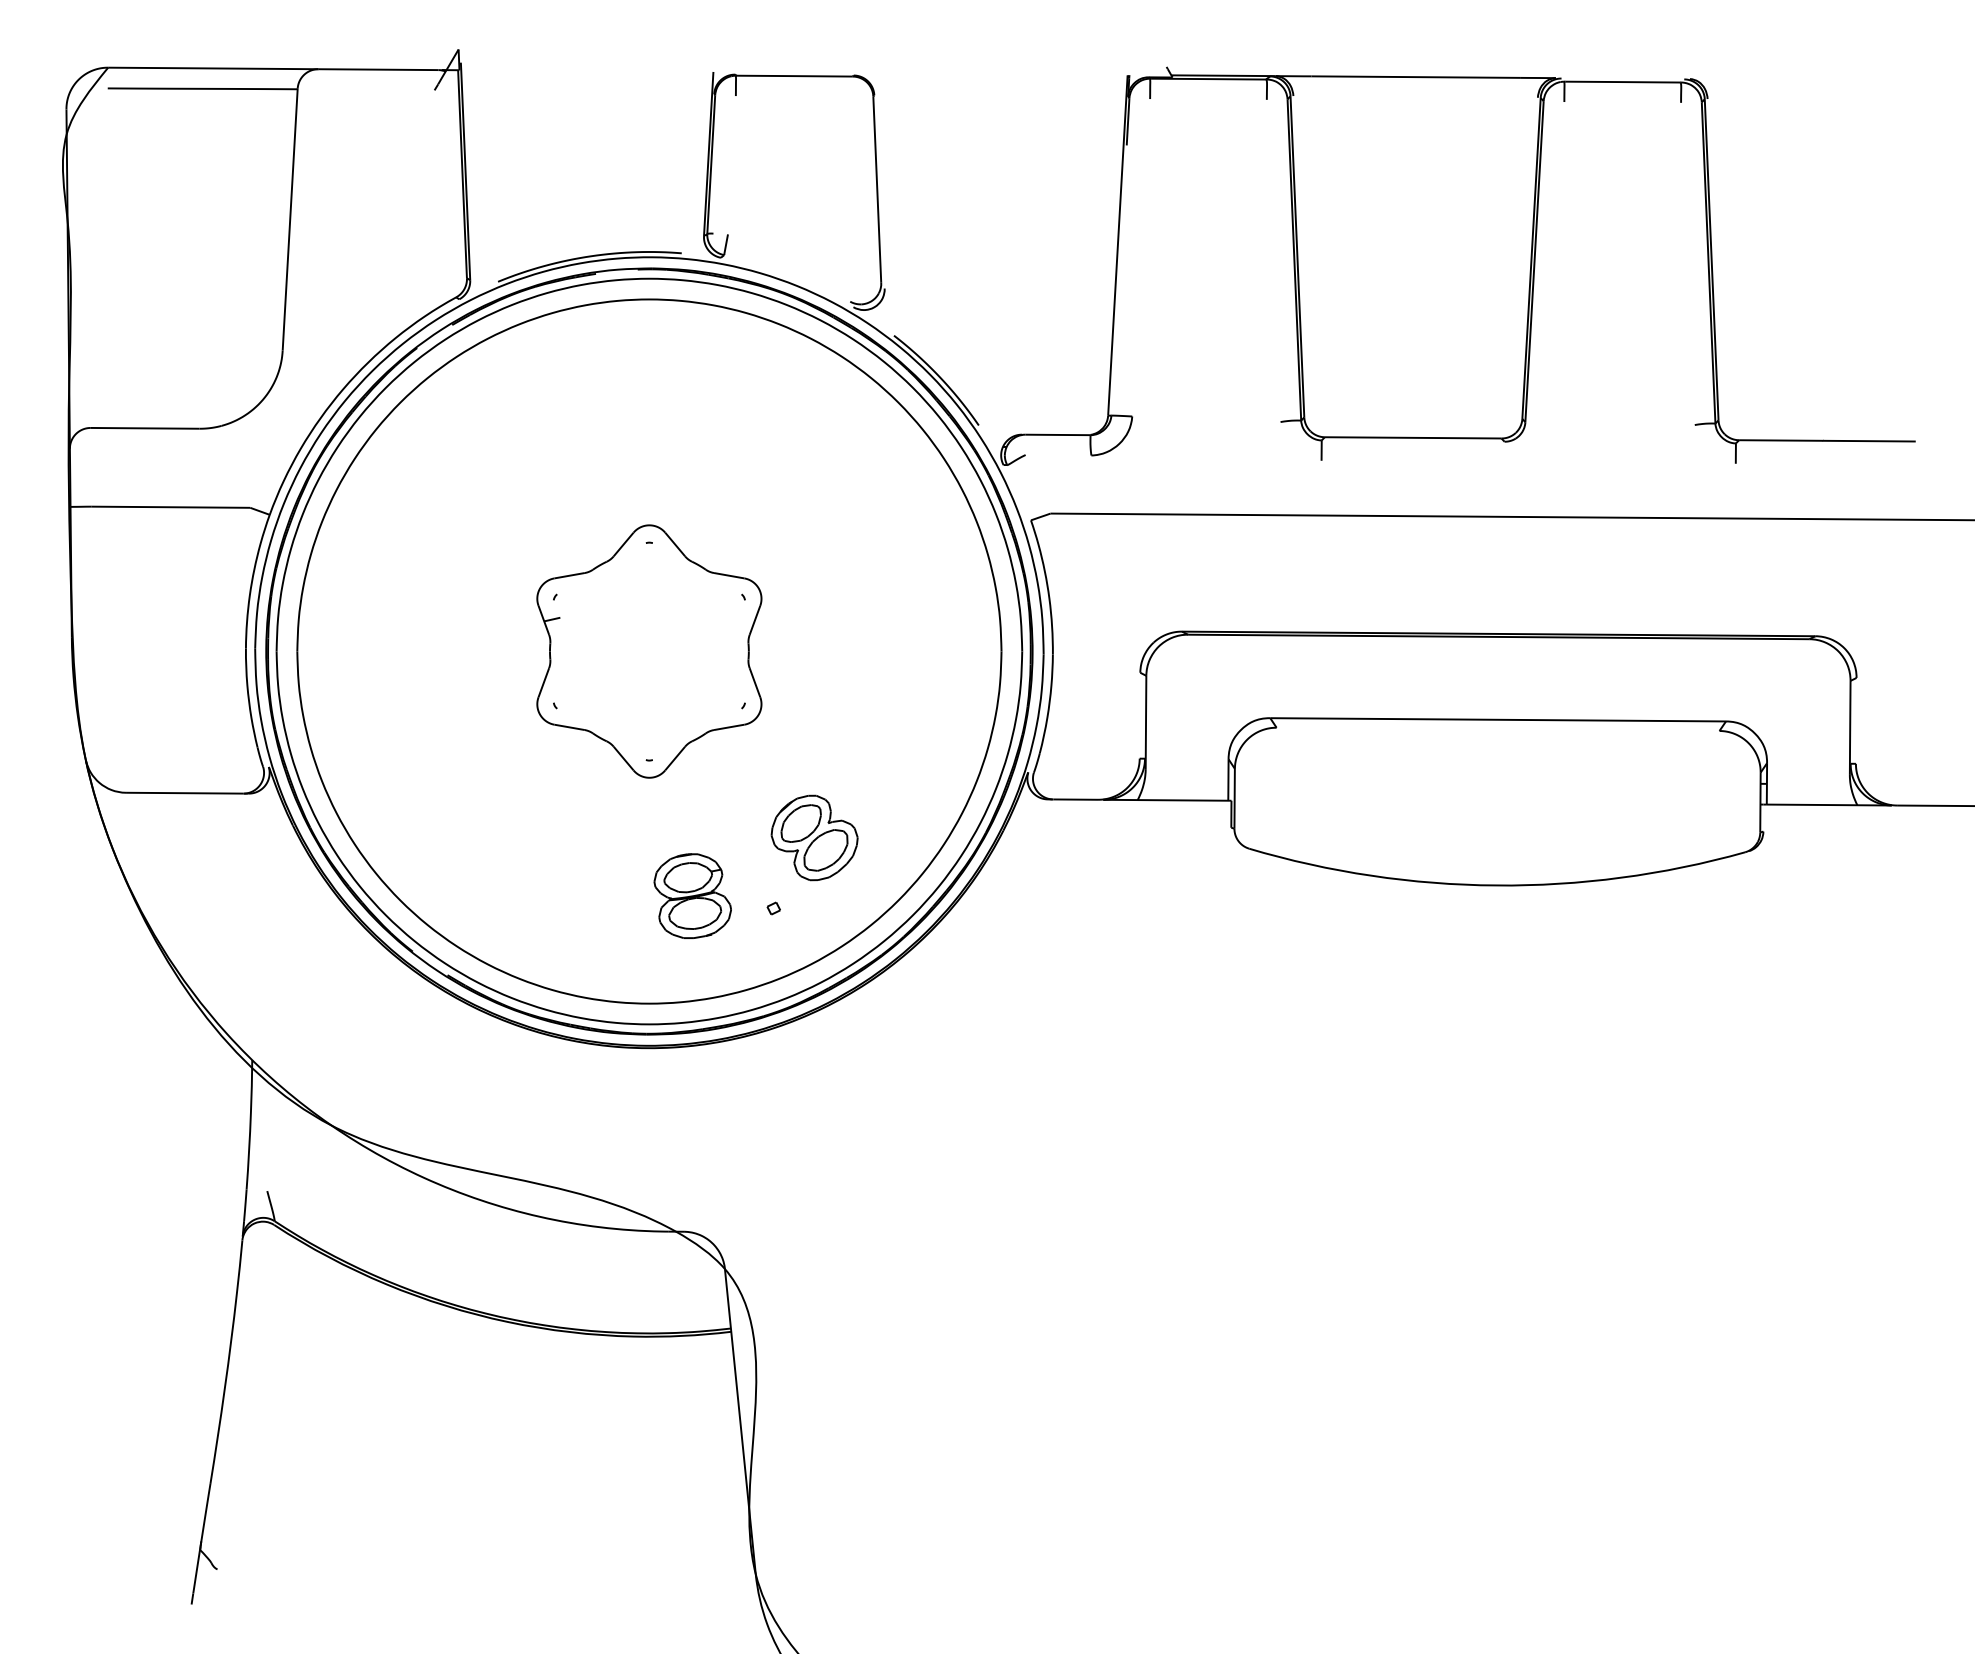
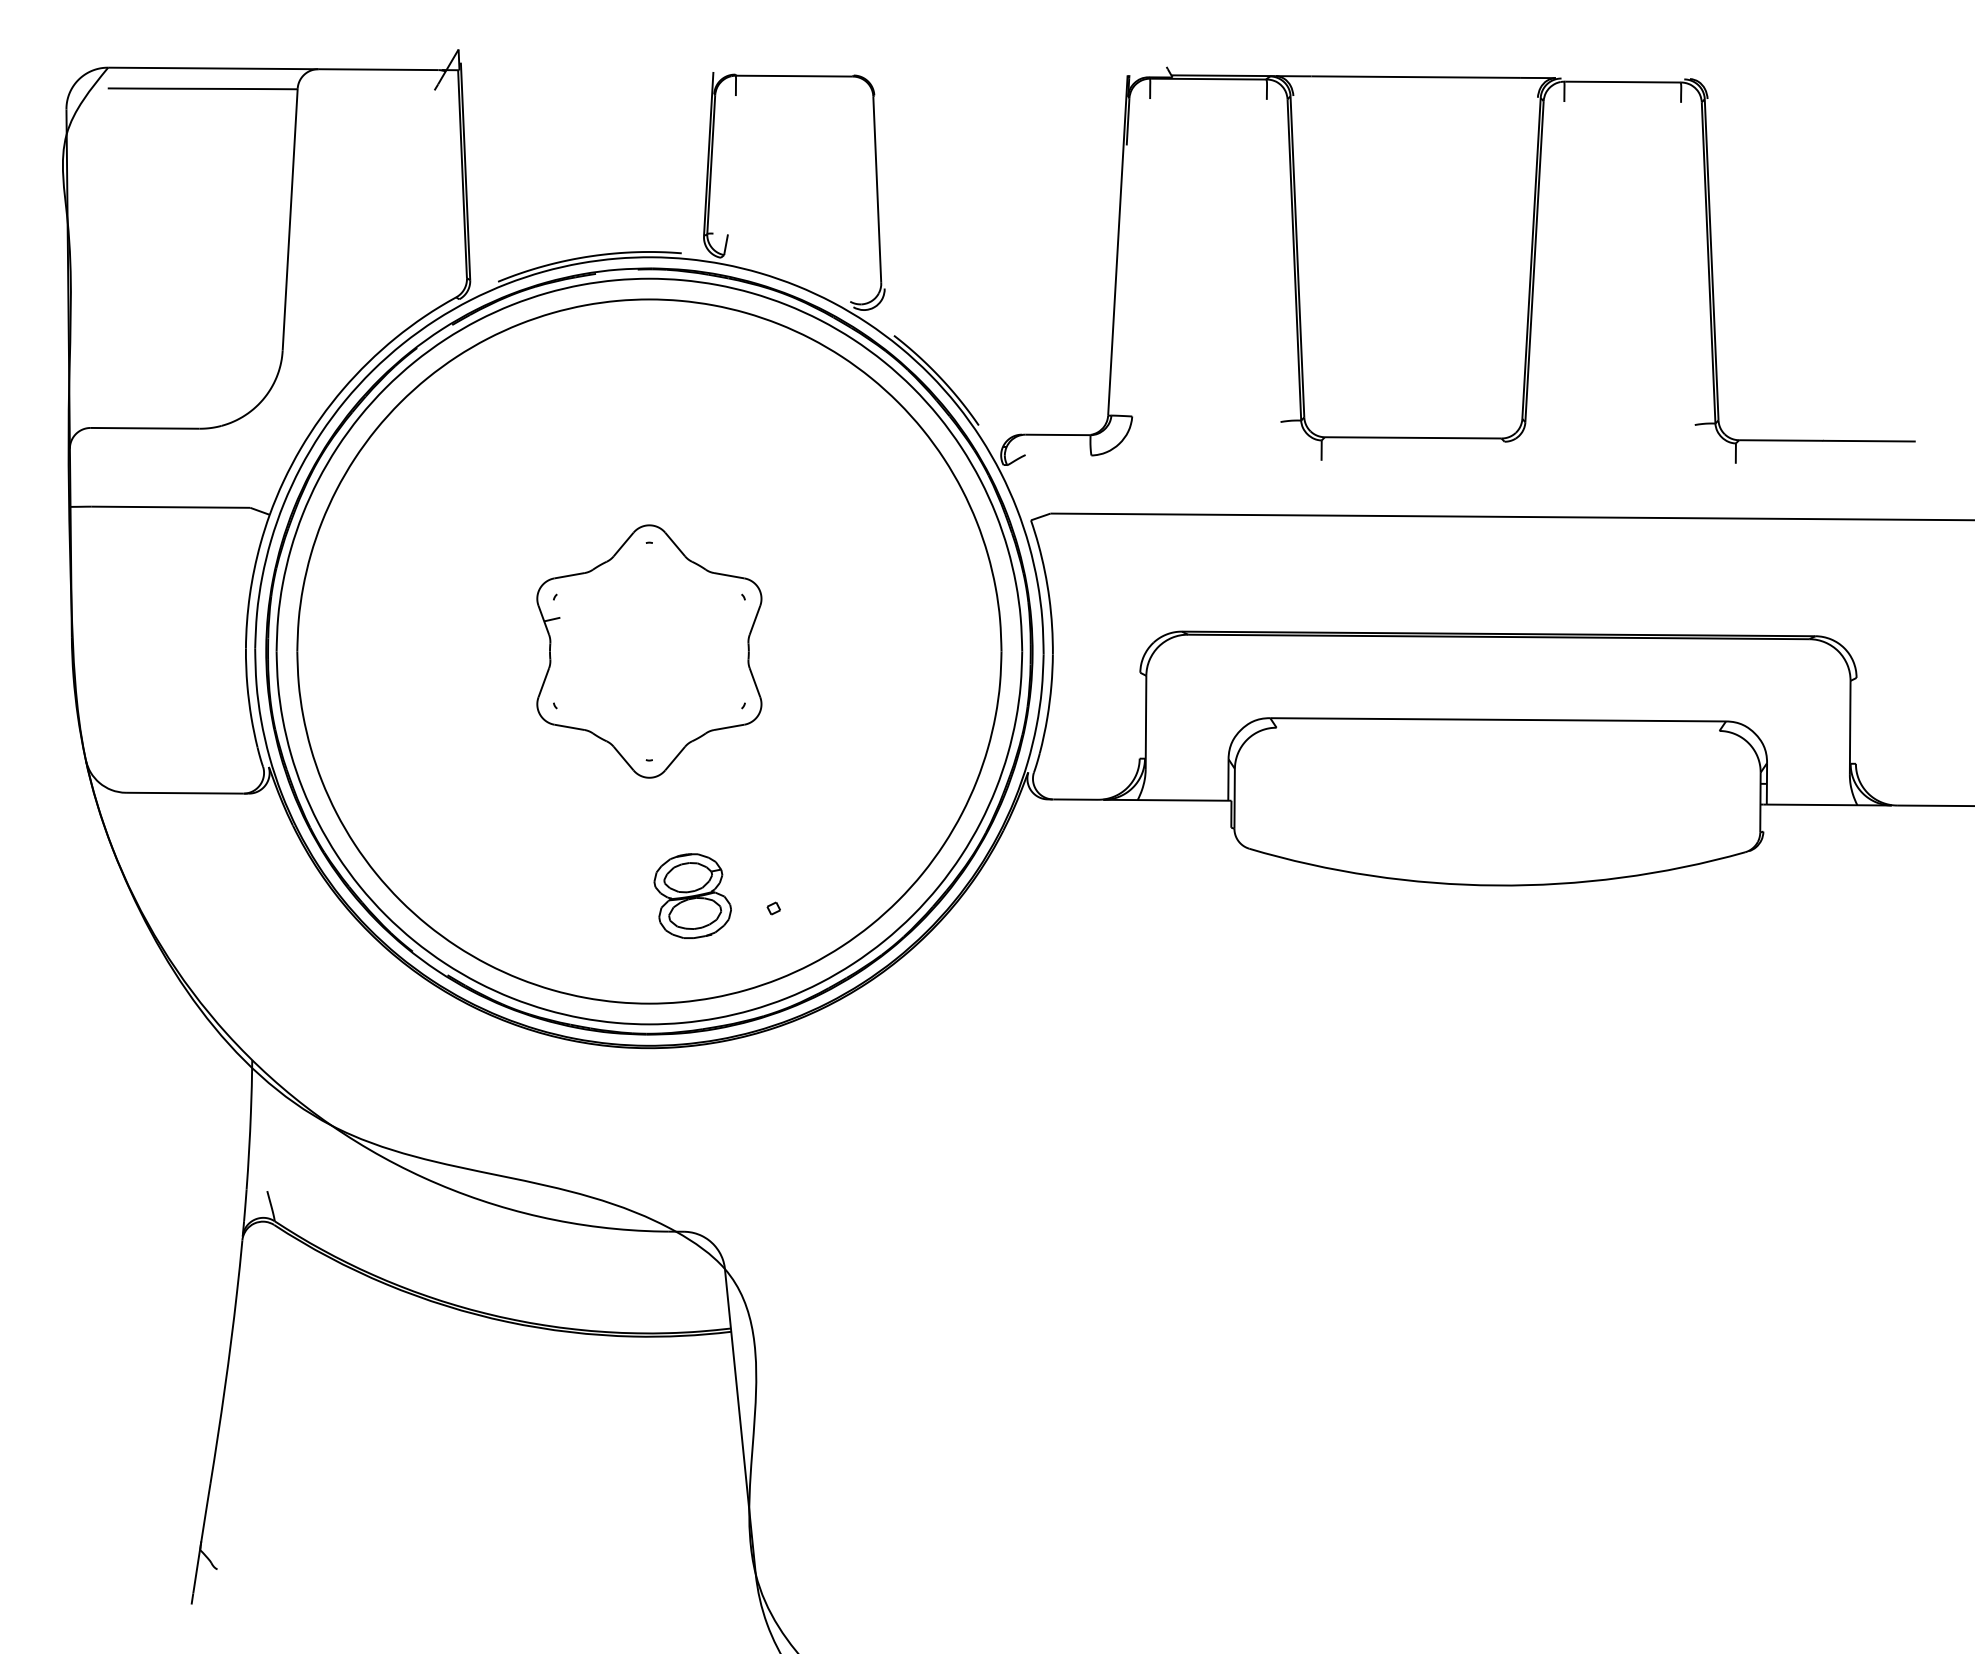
part at (814, 837): present -> none
